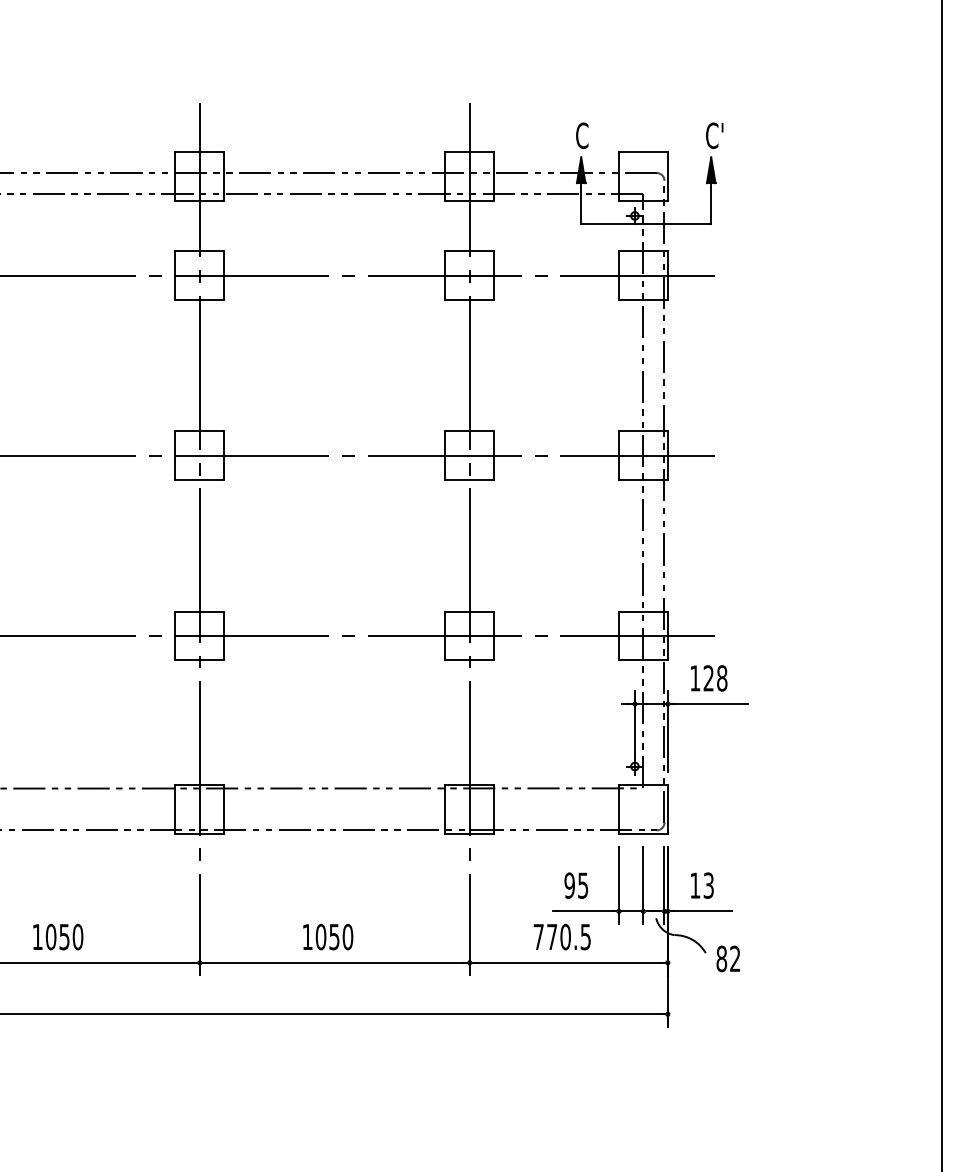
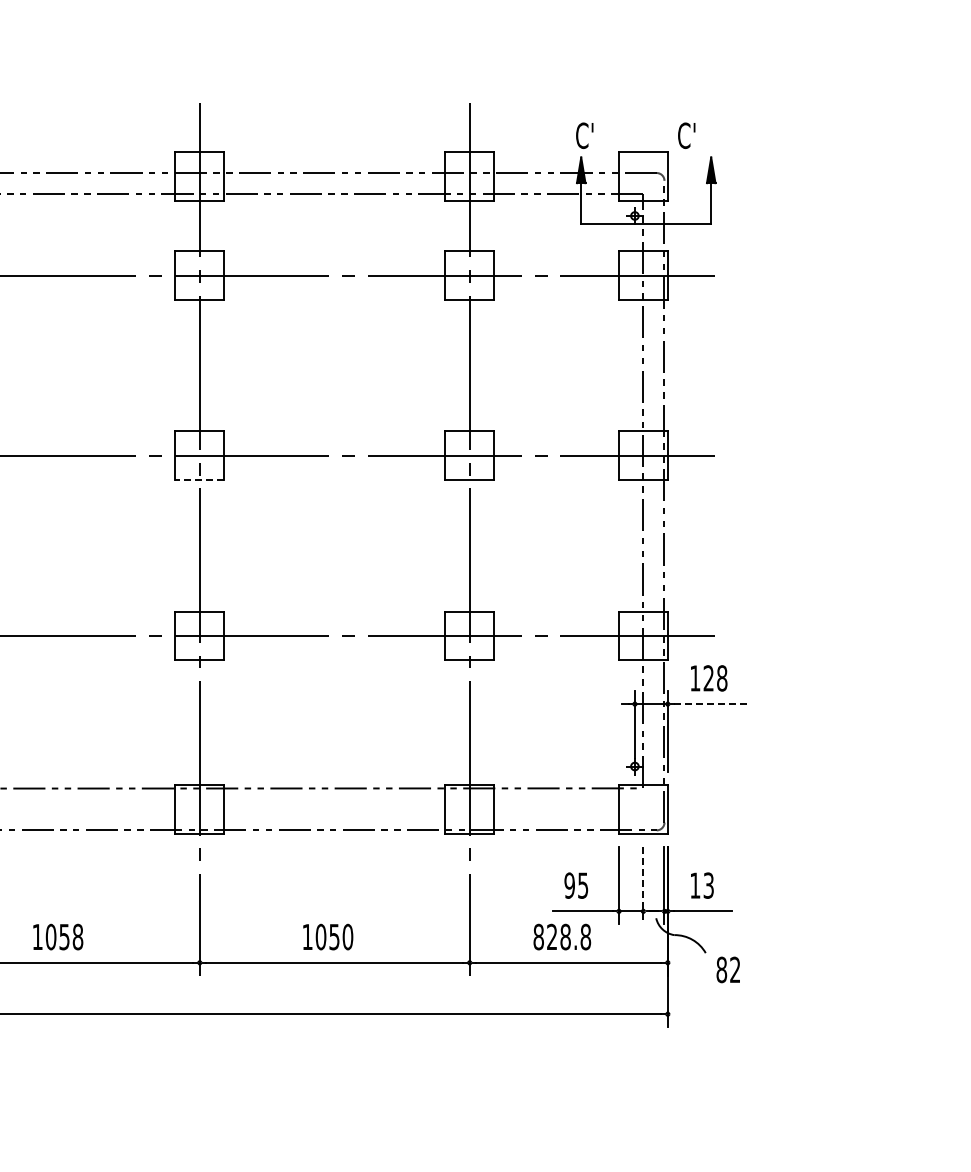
text at (592, 127): C -> C'
text at (714, 135) position: (714, 135) -> (686, 135)
line at (199, 480): solid -> dashed
line at (942, 585): present -> none
line at (711, 704): solid -> dashed
line at (643, 885): solid -> dashed
text at (77, 936): 1050 -> 1058
text at (562, 936): 770.5 -> 828.8
text at (727, 958) position: (727, 958) -> (727, 969)
